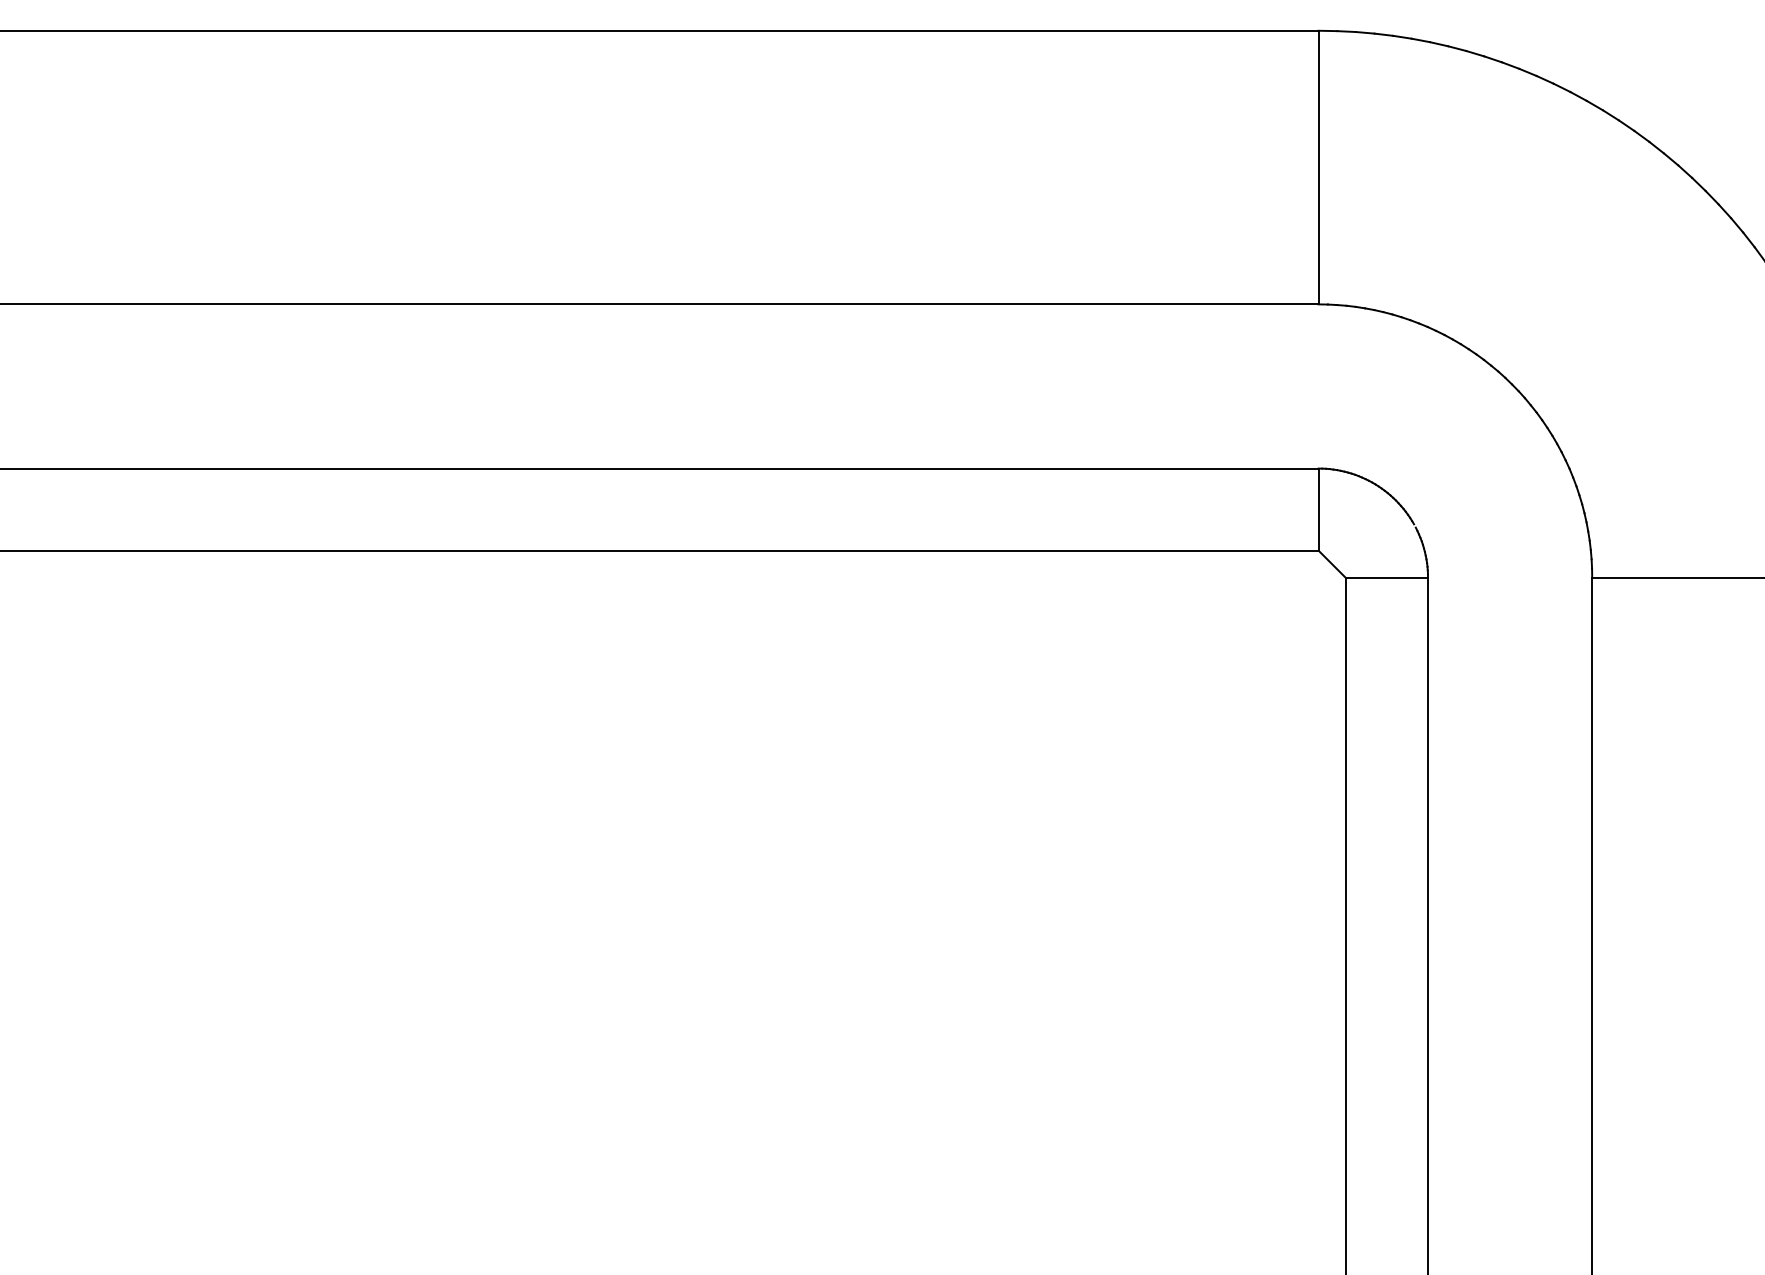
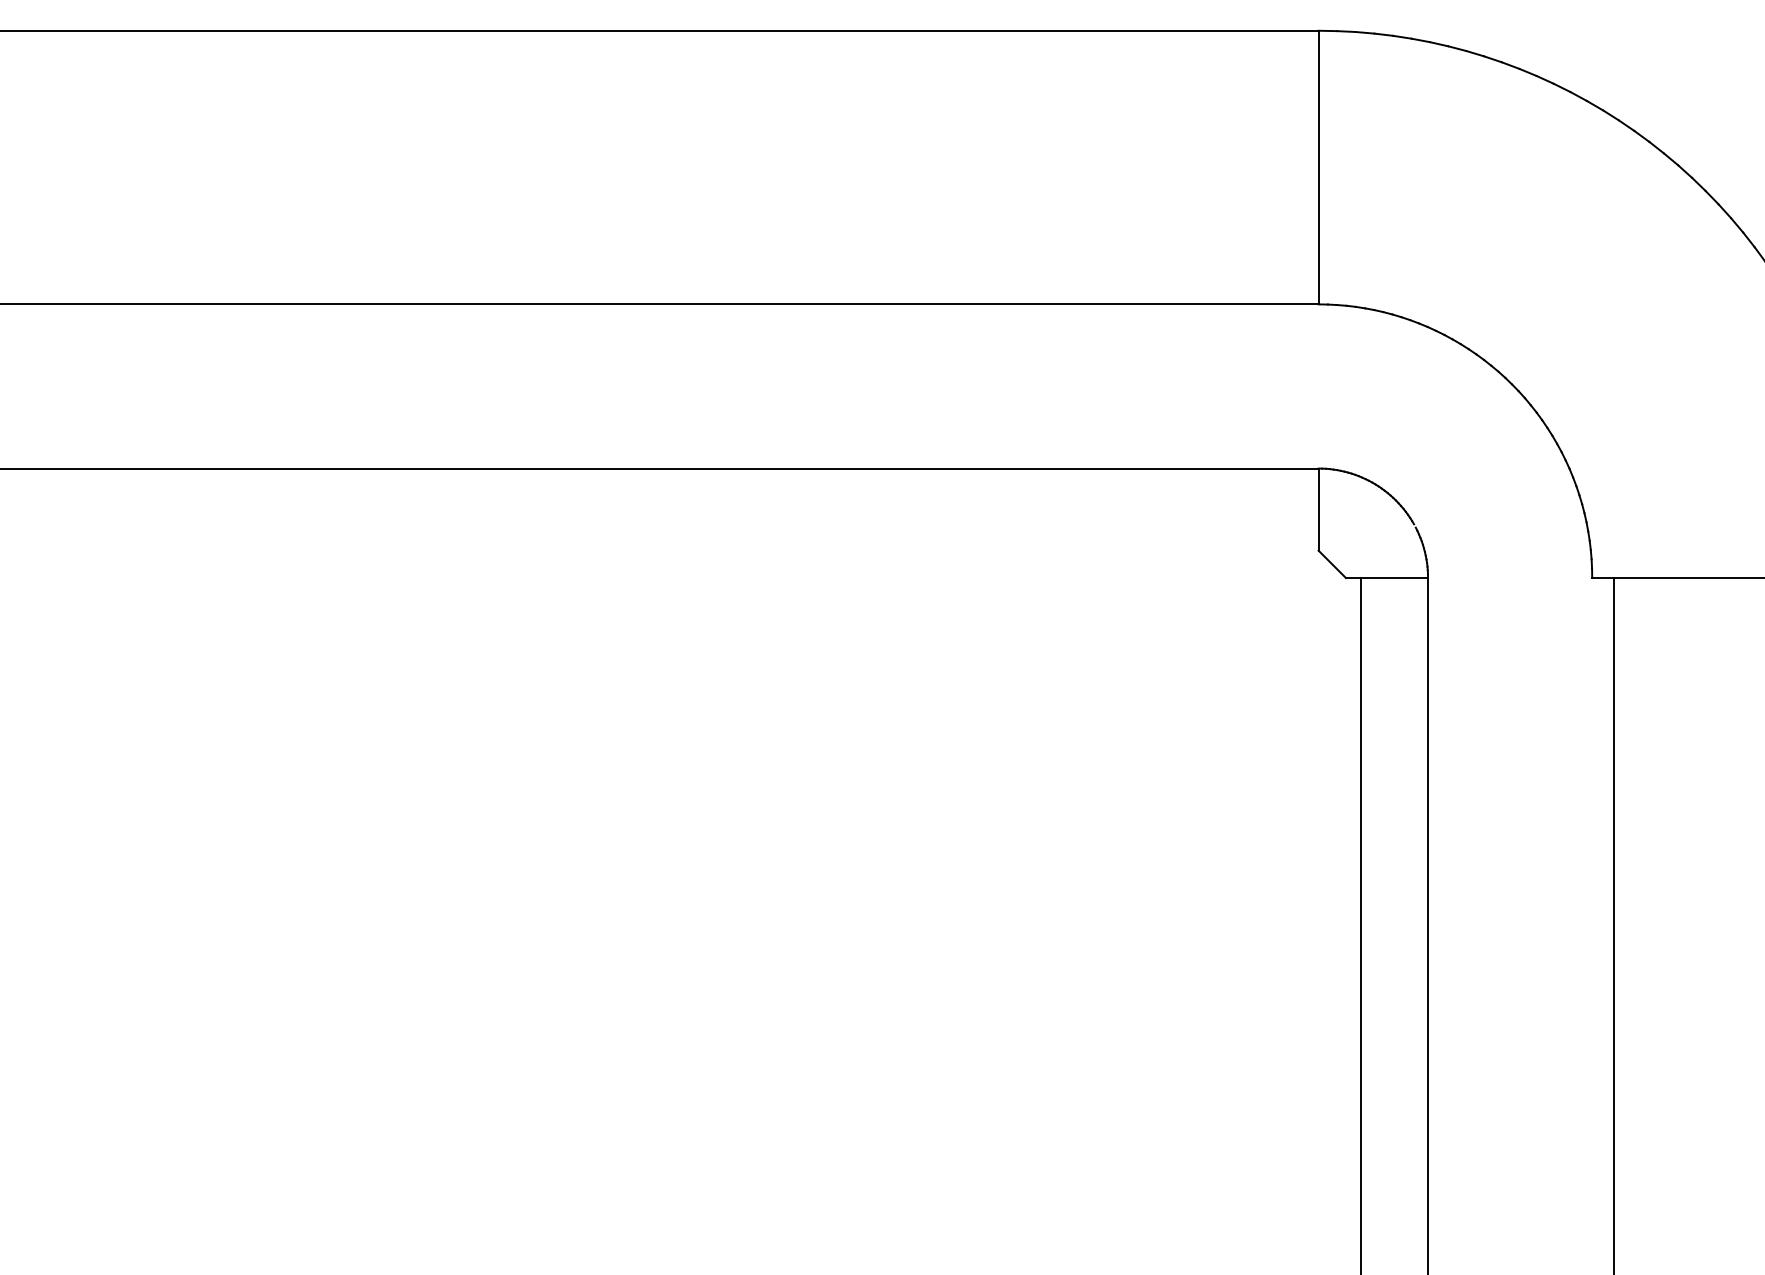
line at (660, 550): present -> none
line at (1345, 924) position: (1345, 924) -> (1360, 924)
line at (1592, 924) position: (1592, 924) -> (1614, 924)
